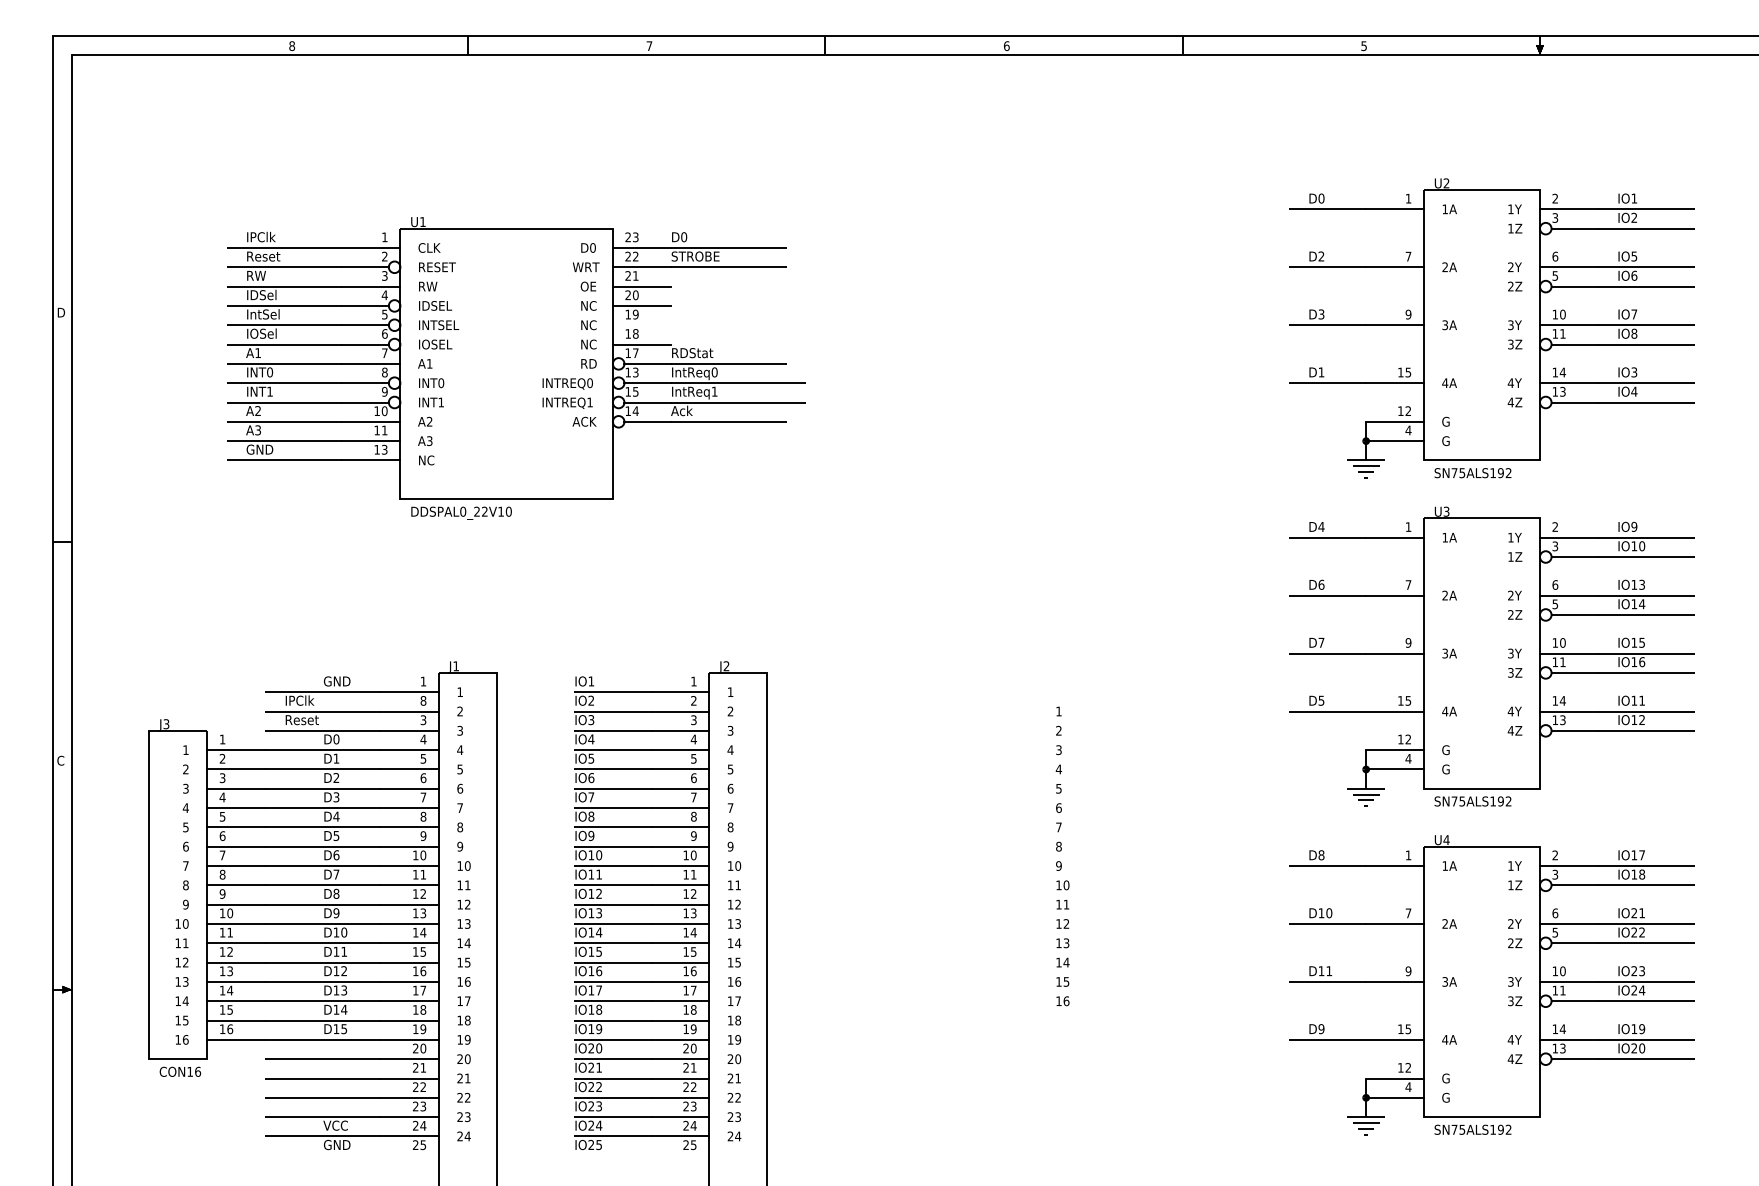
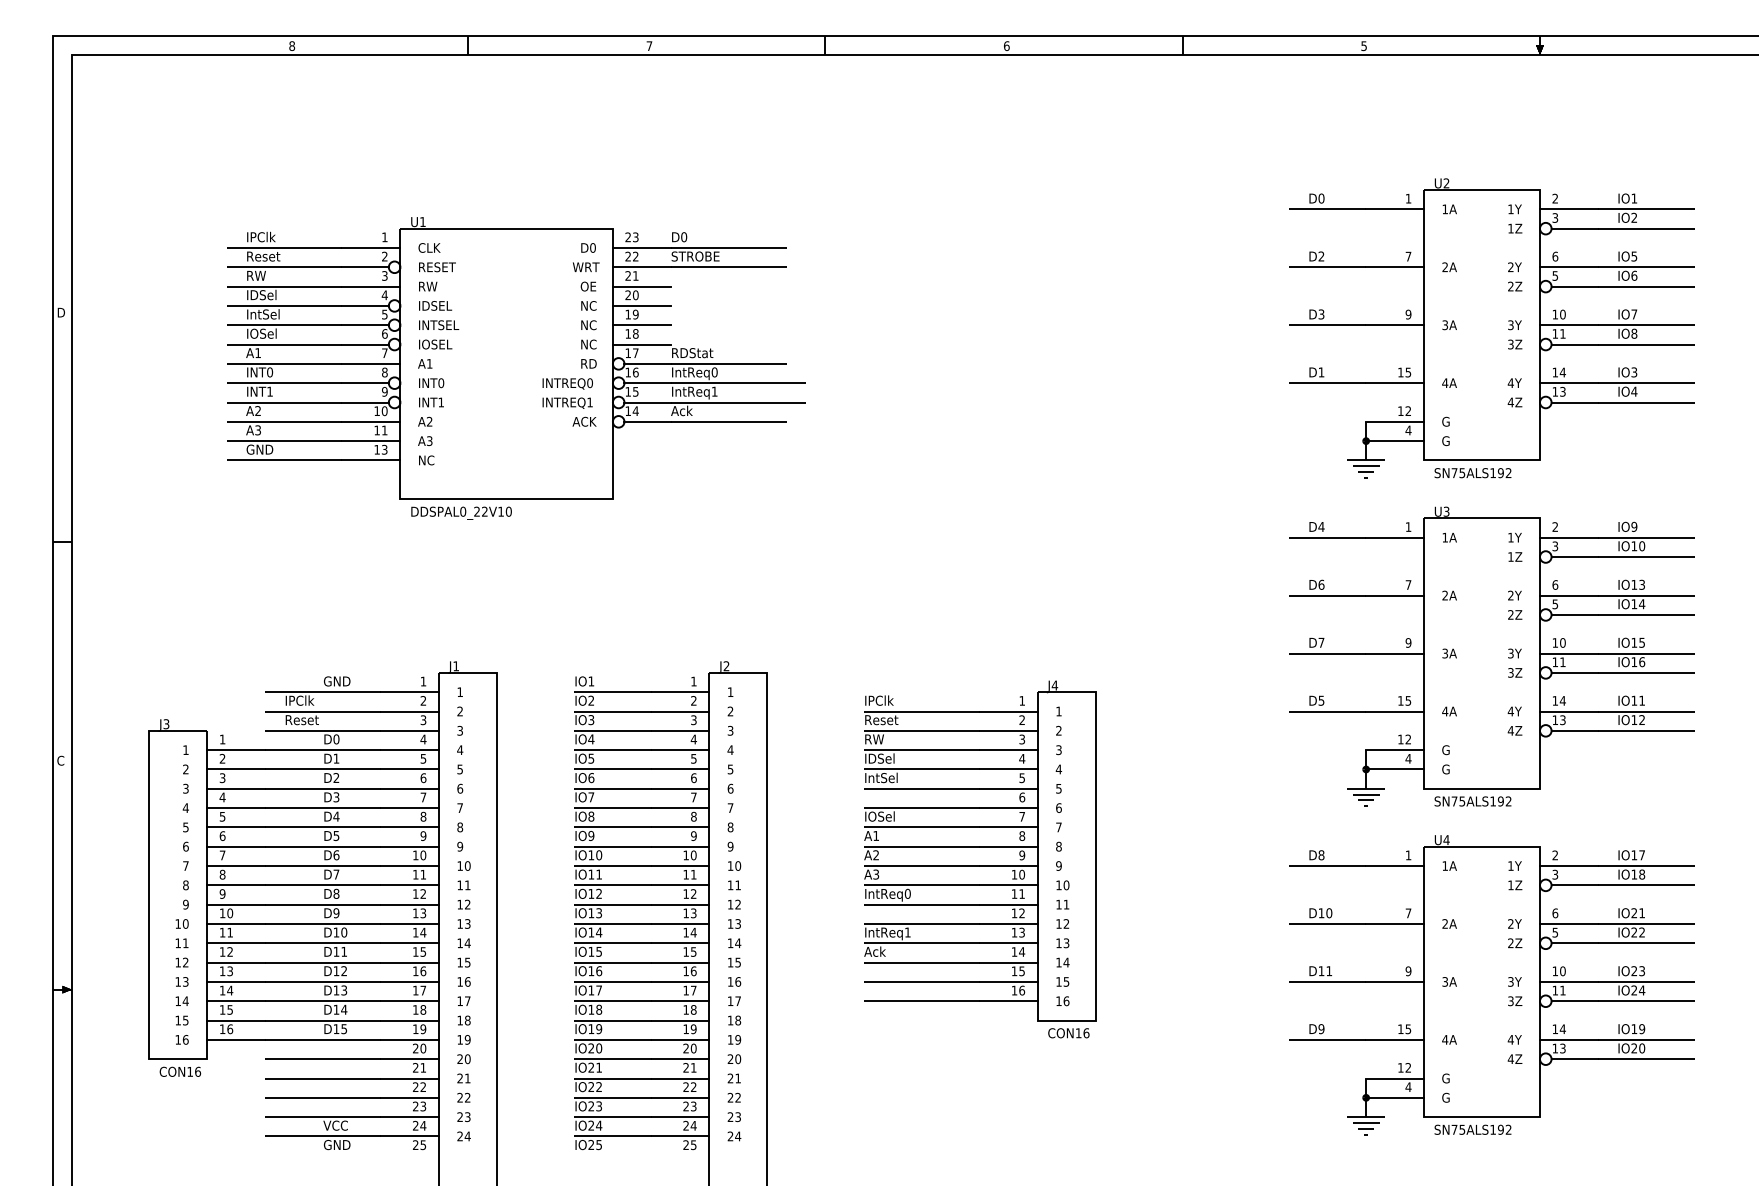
line at (641, 325): none -> present
text at (635, 372): 13 -> 16
text at (423, 700): 8 -> 2
part at (980, 859): none -> present
